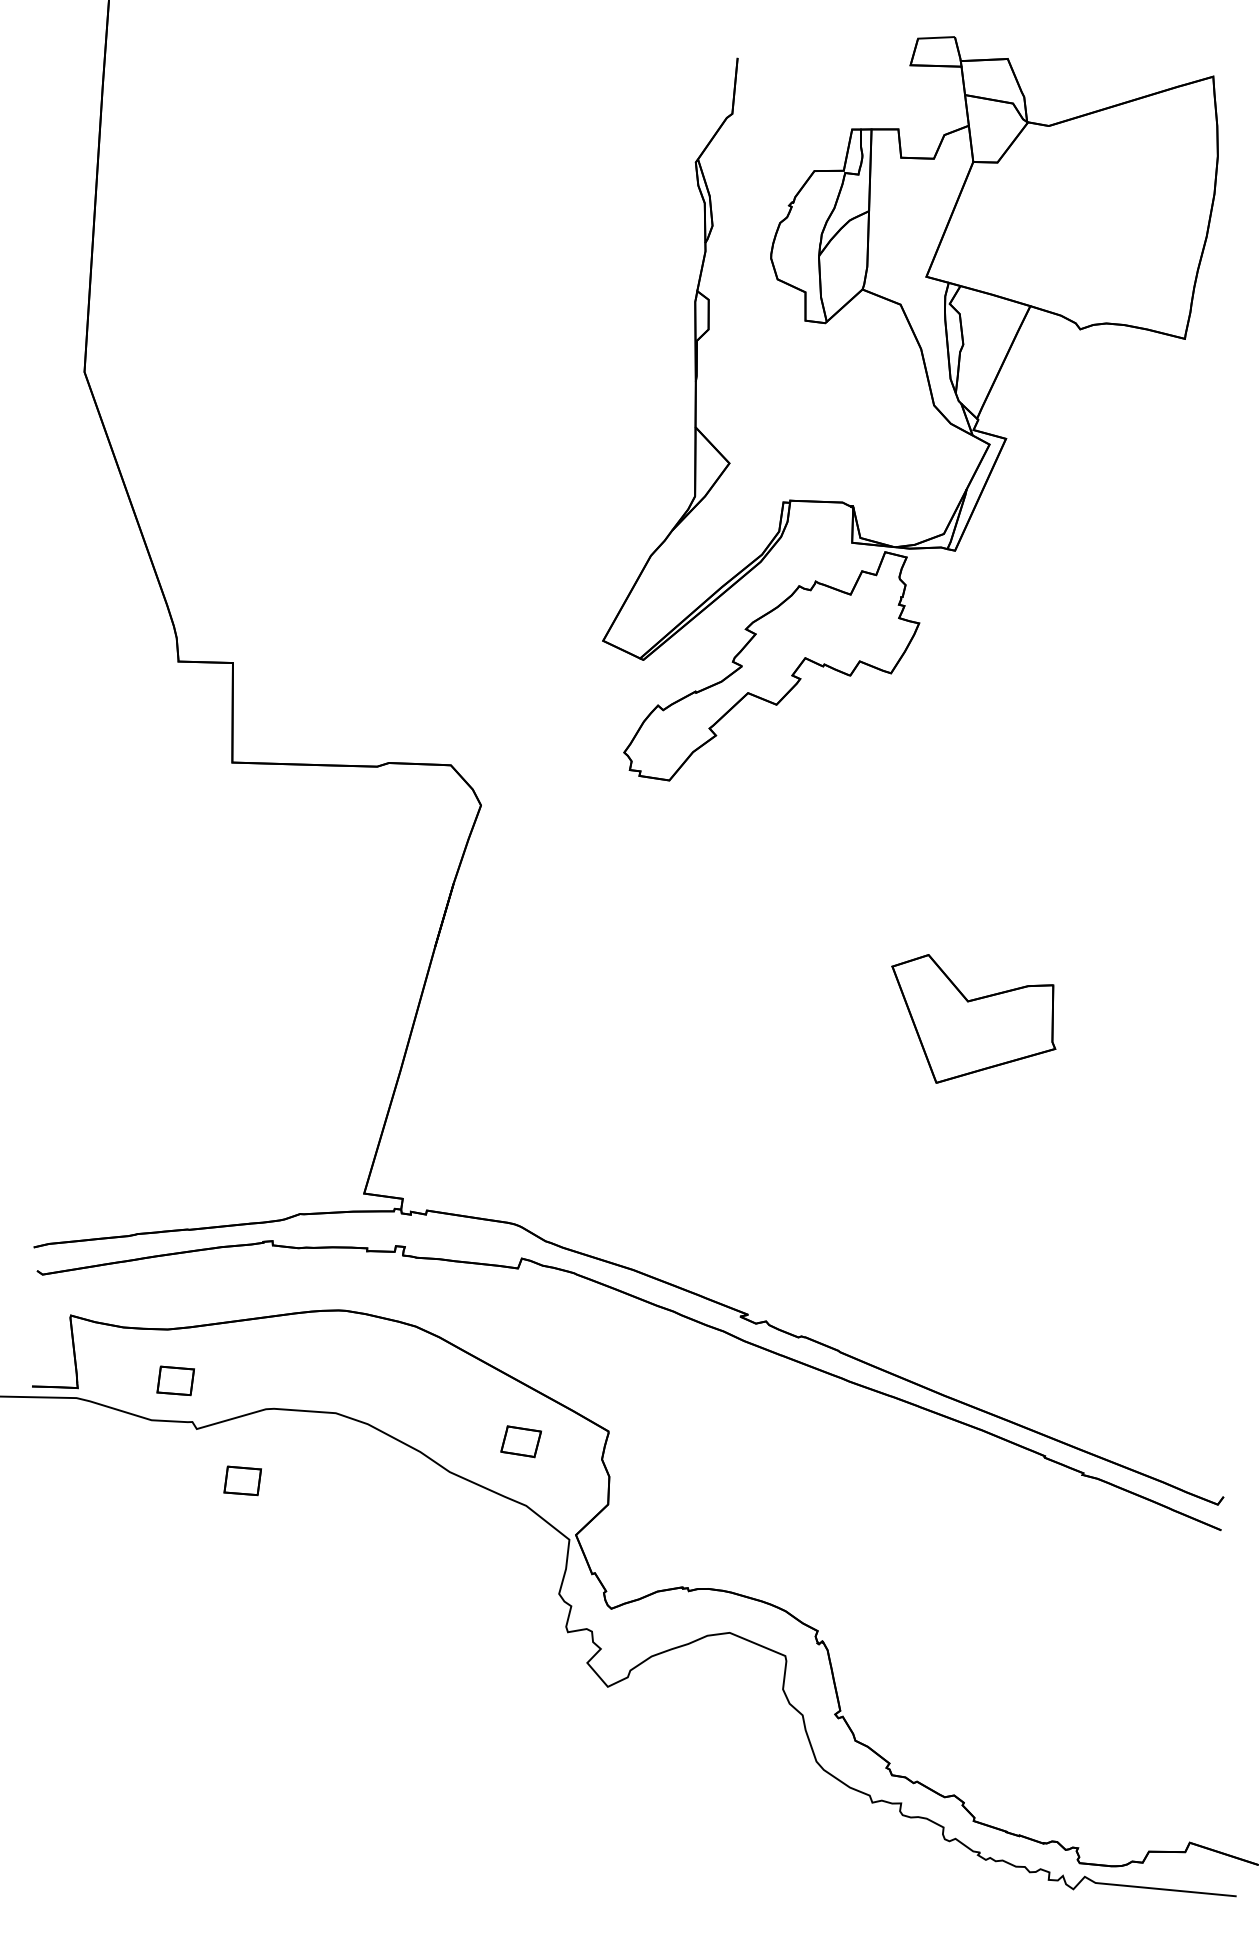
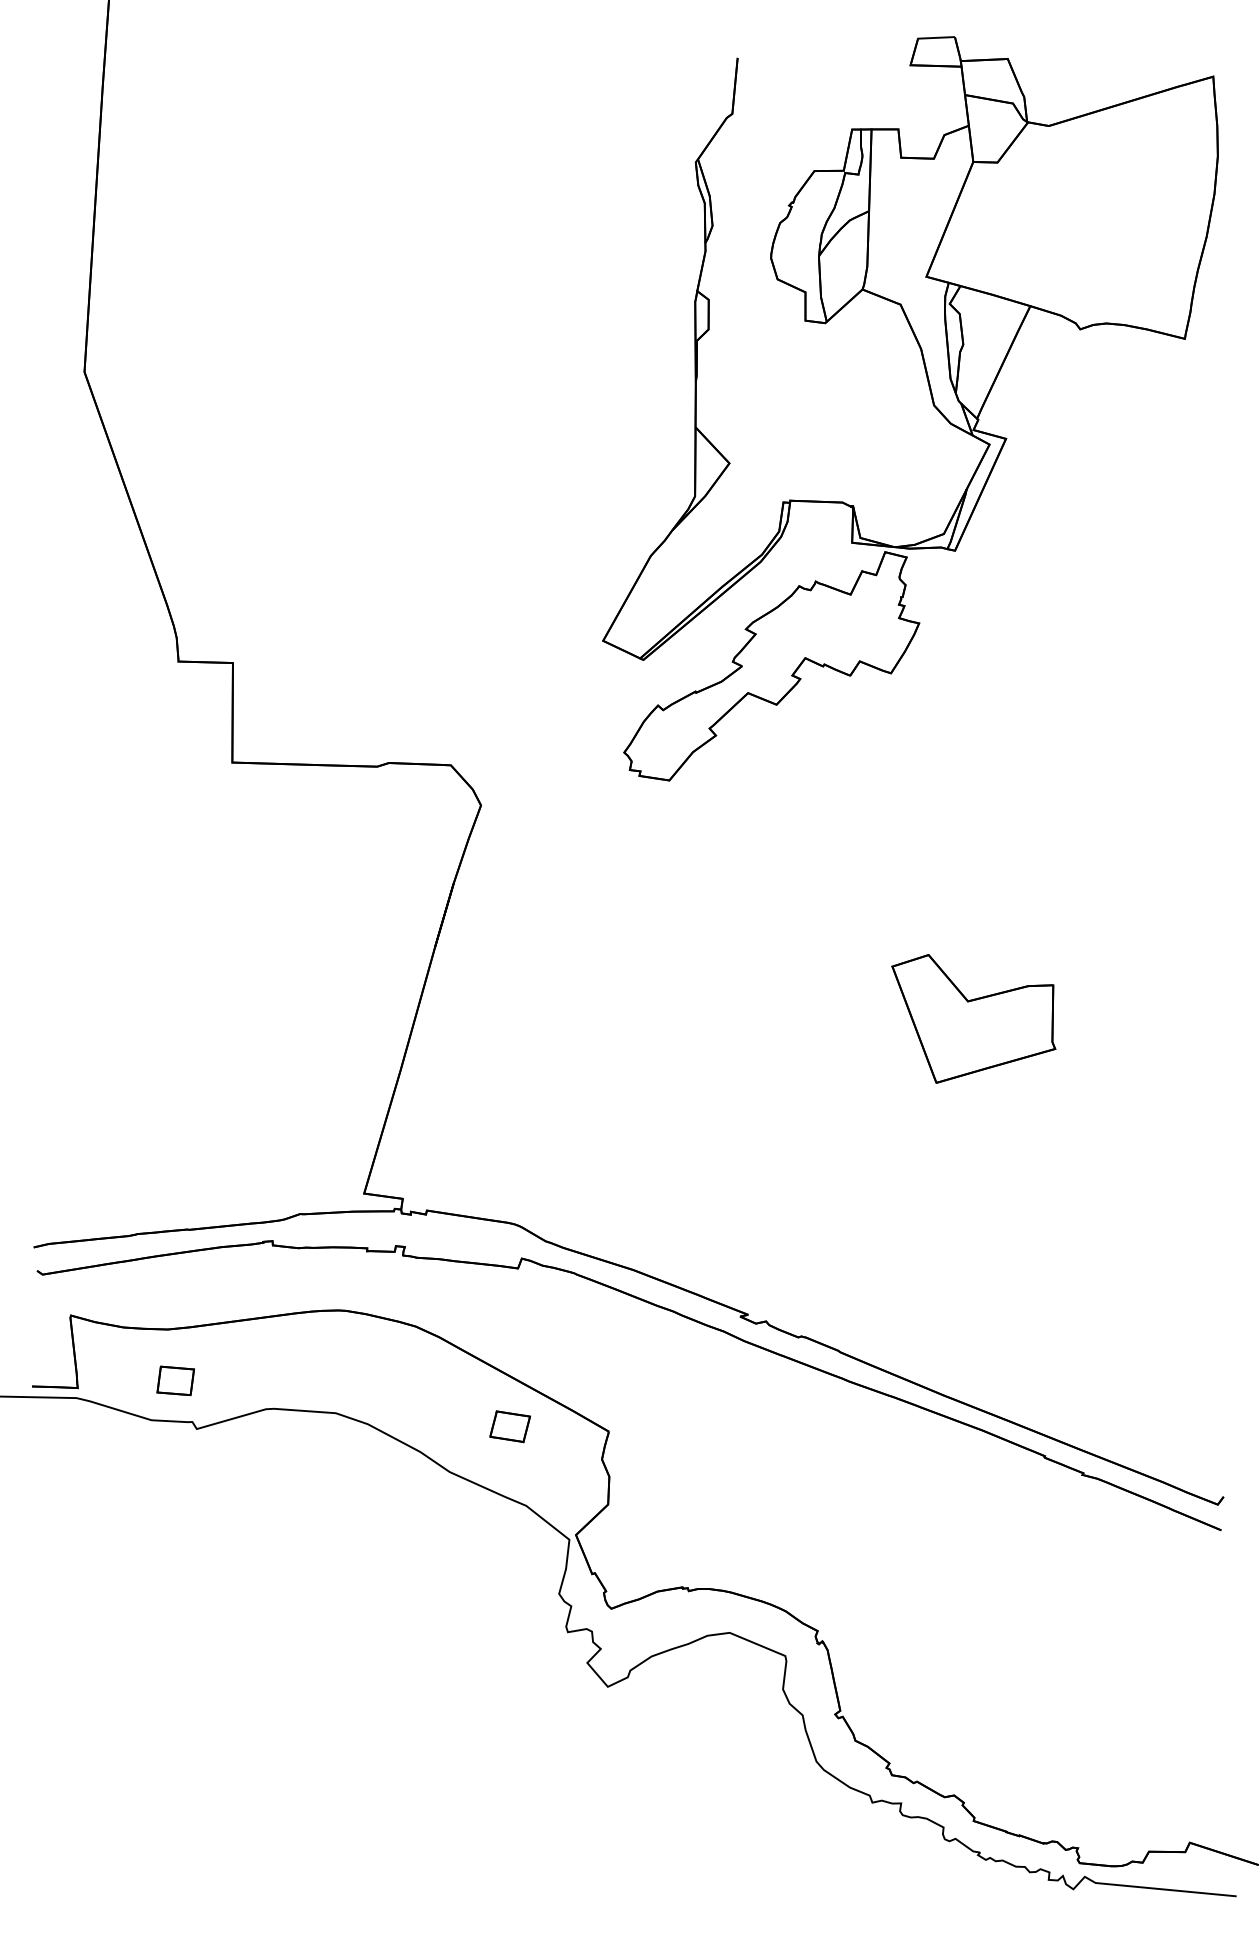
part at (520, 1441) position: (520, 1441) -> (509, 1426)
part at (242, 1480): present -> none
